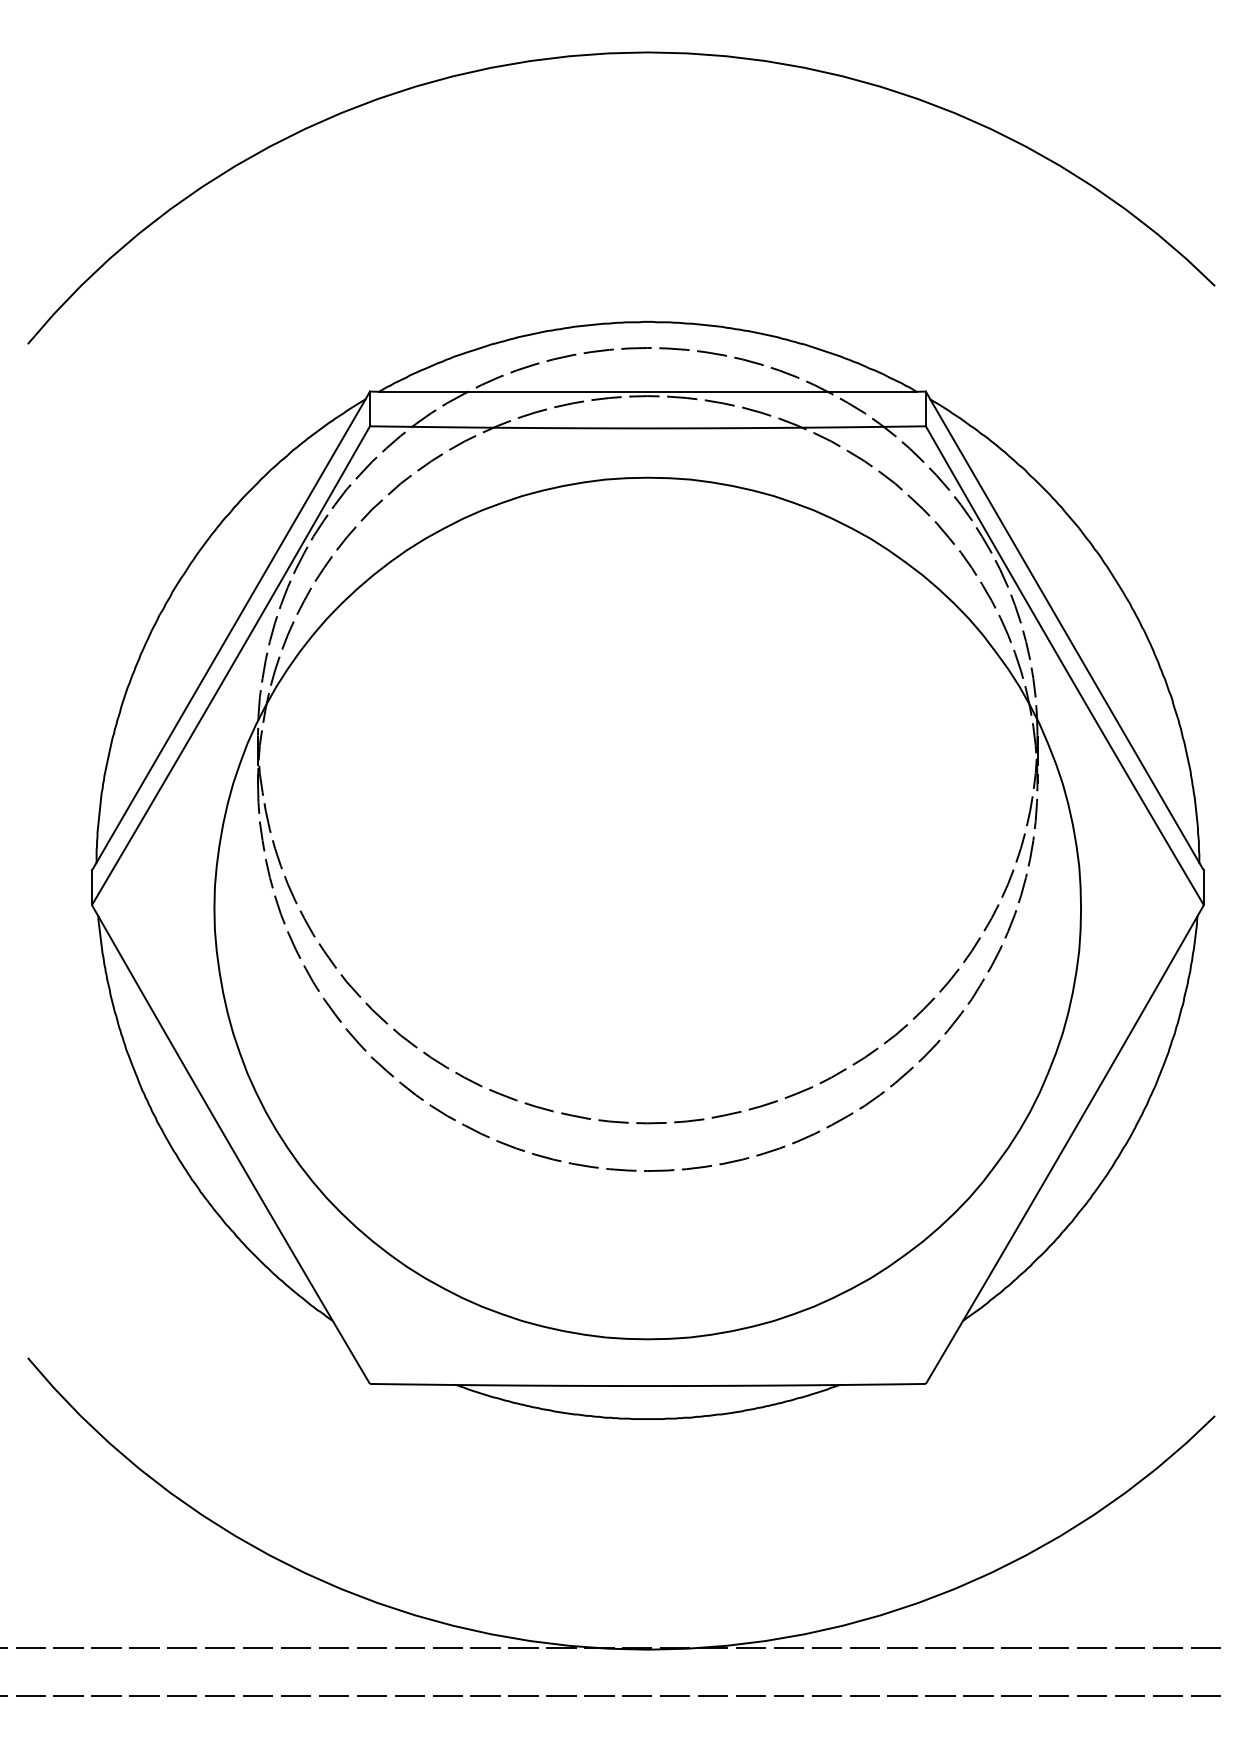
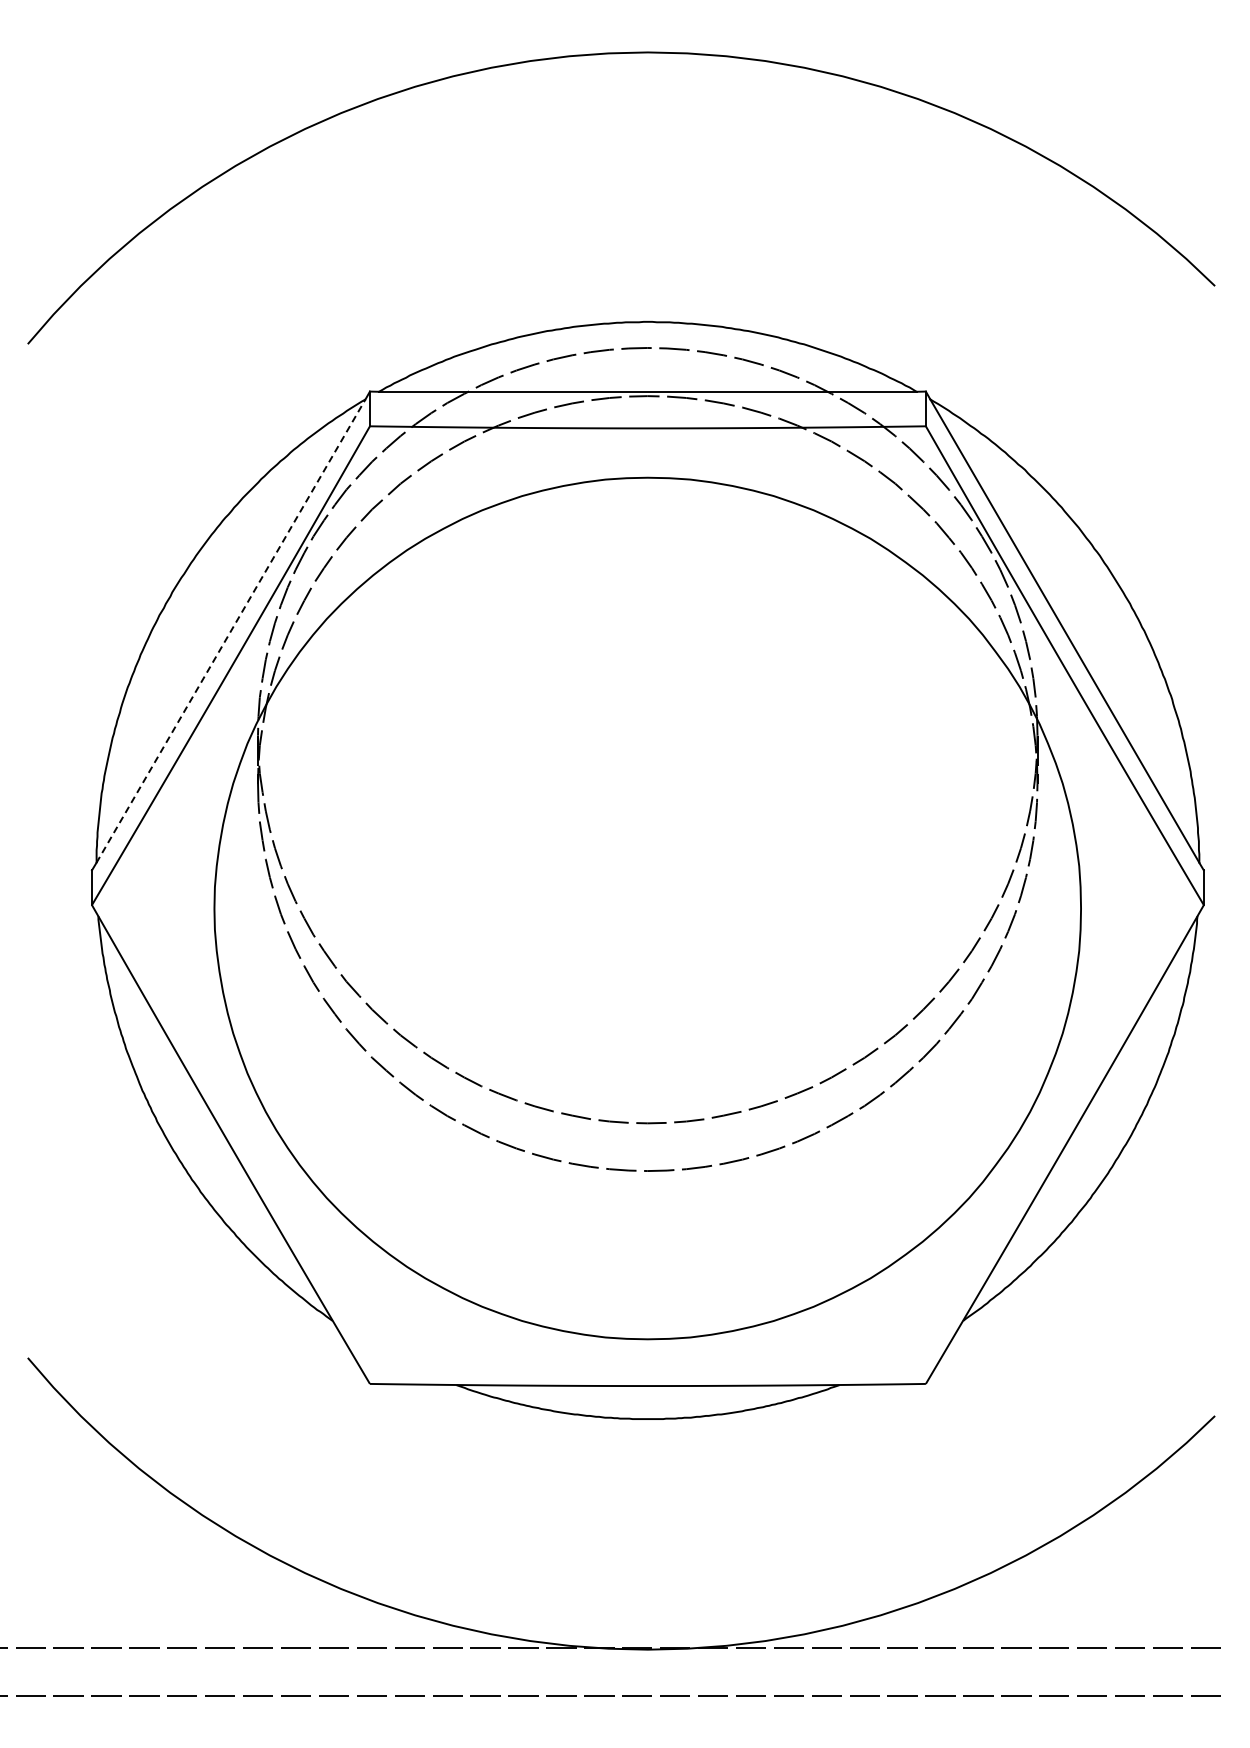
line at (231, 630): solid -> dashed
